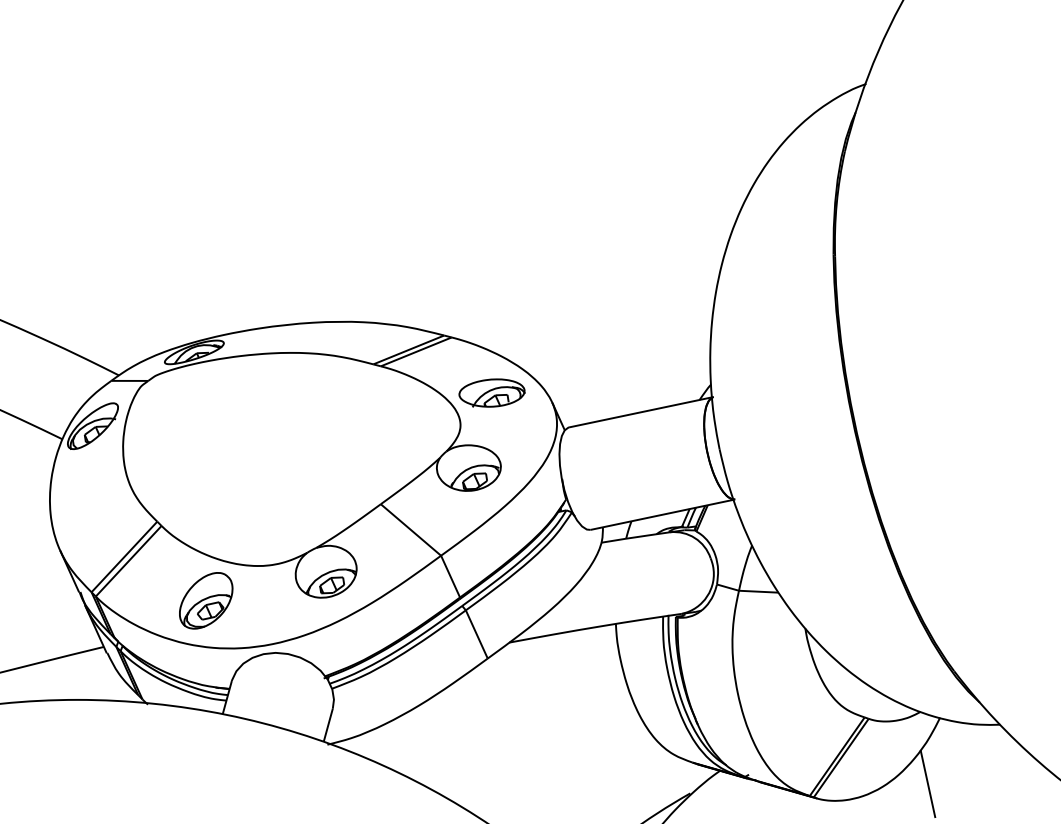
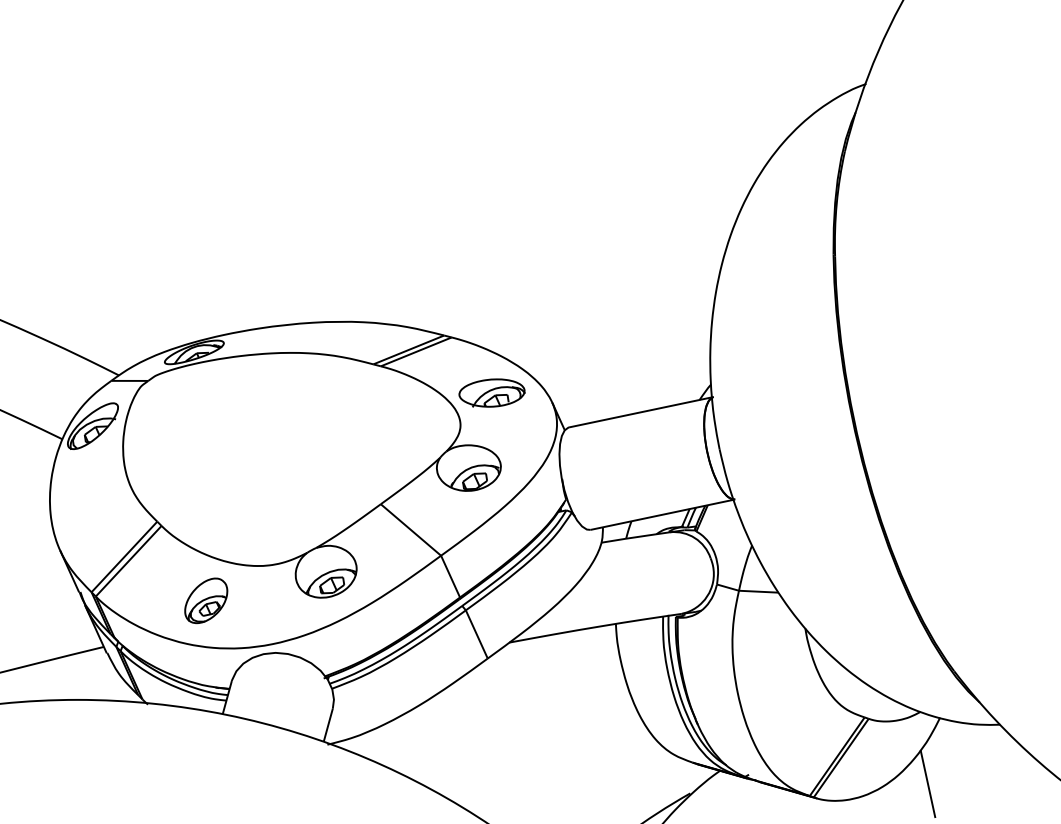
part at (206, 600) size: 55x58 px -> 45x48 px
